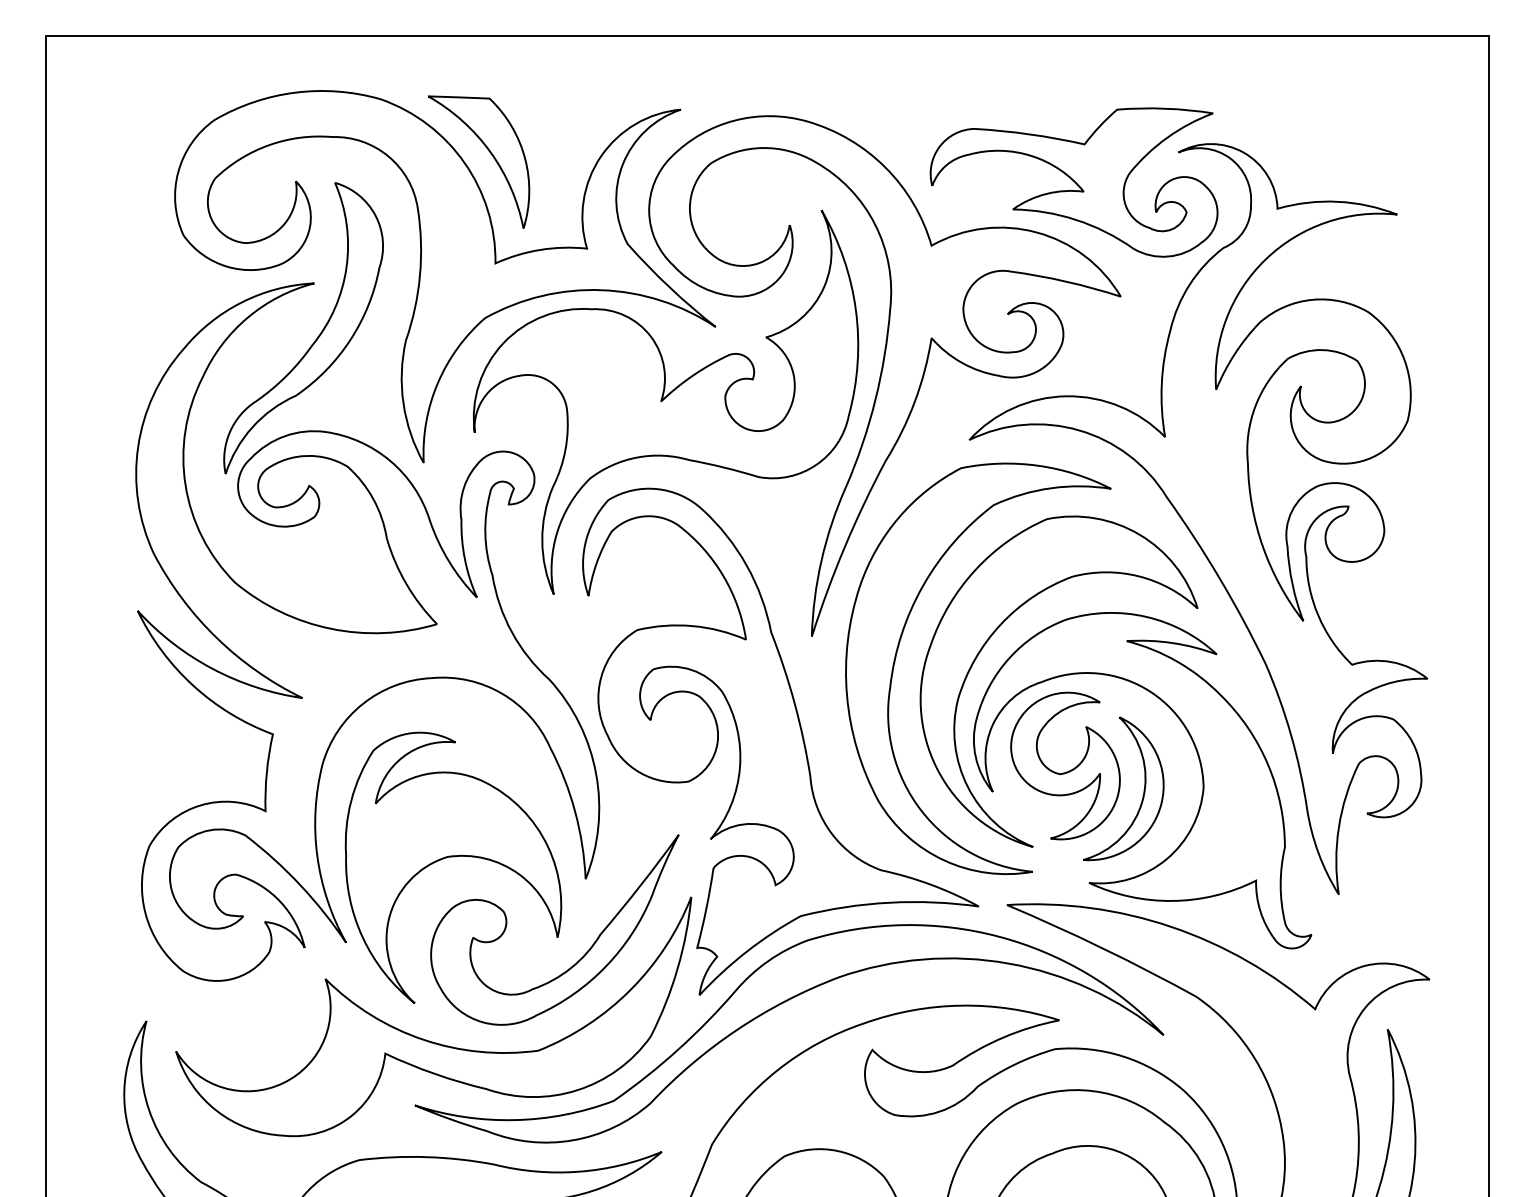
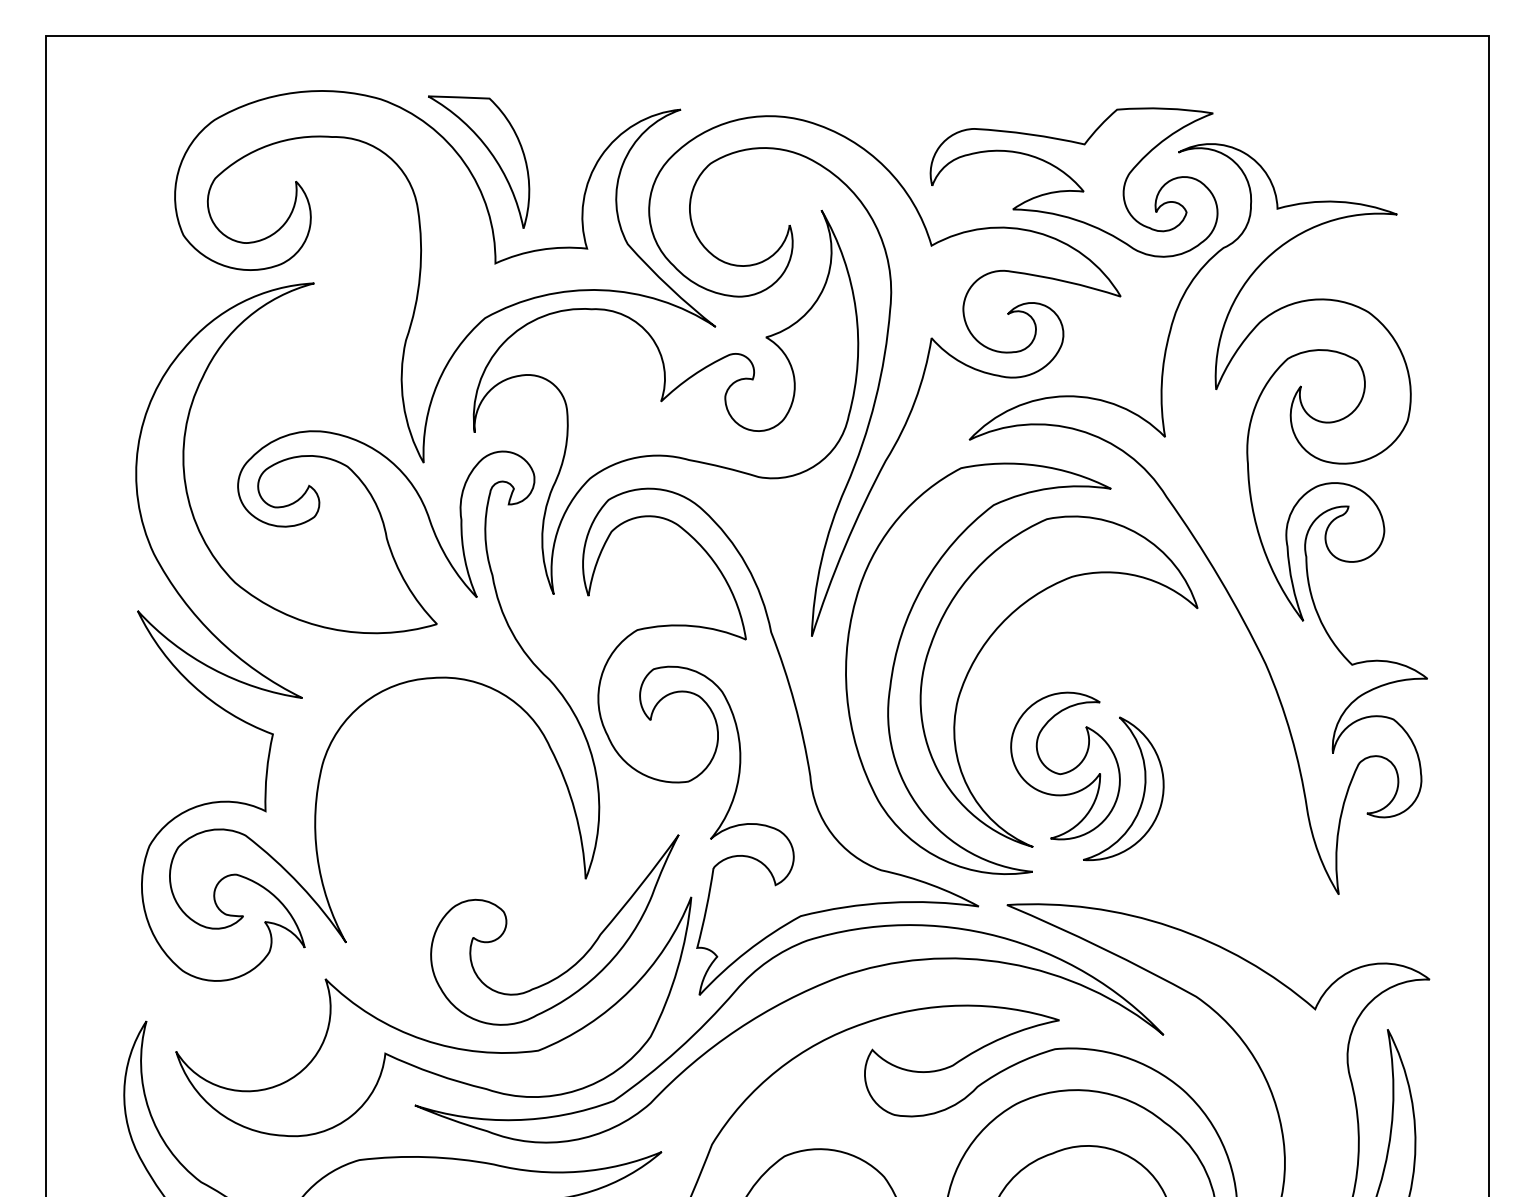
part at (317, 336): present -> none
part at (1201, 775): present -> none
part at (453, 857): present -> none
